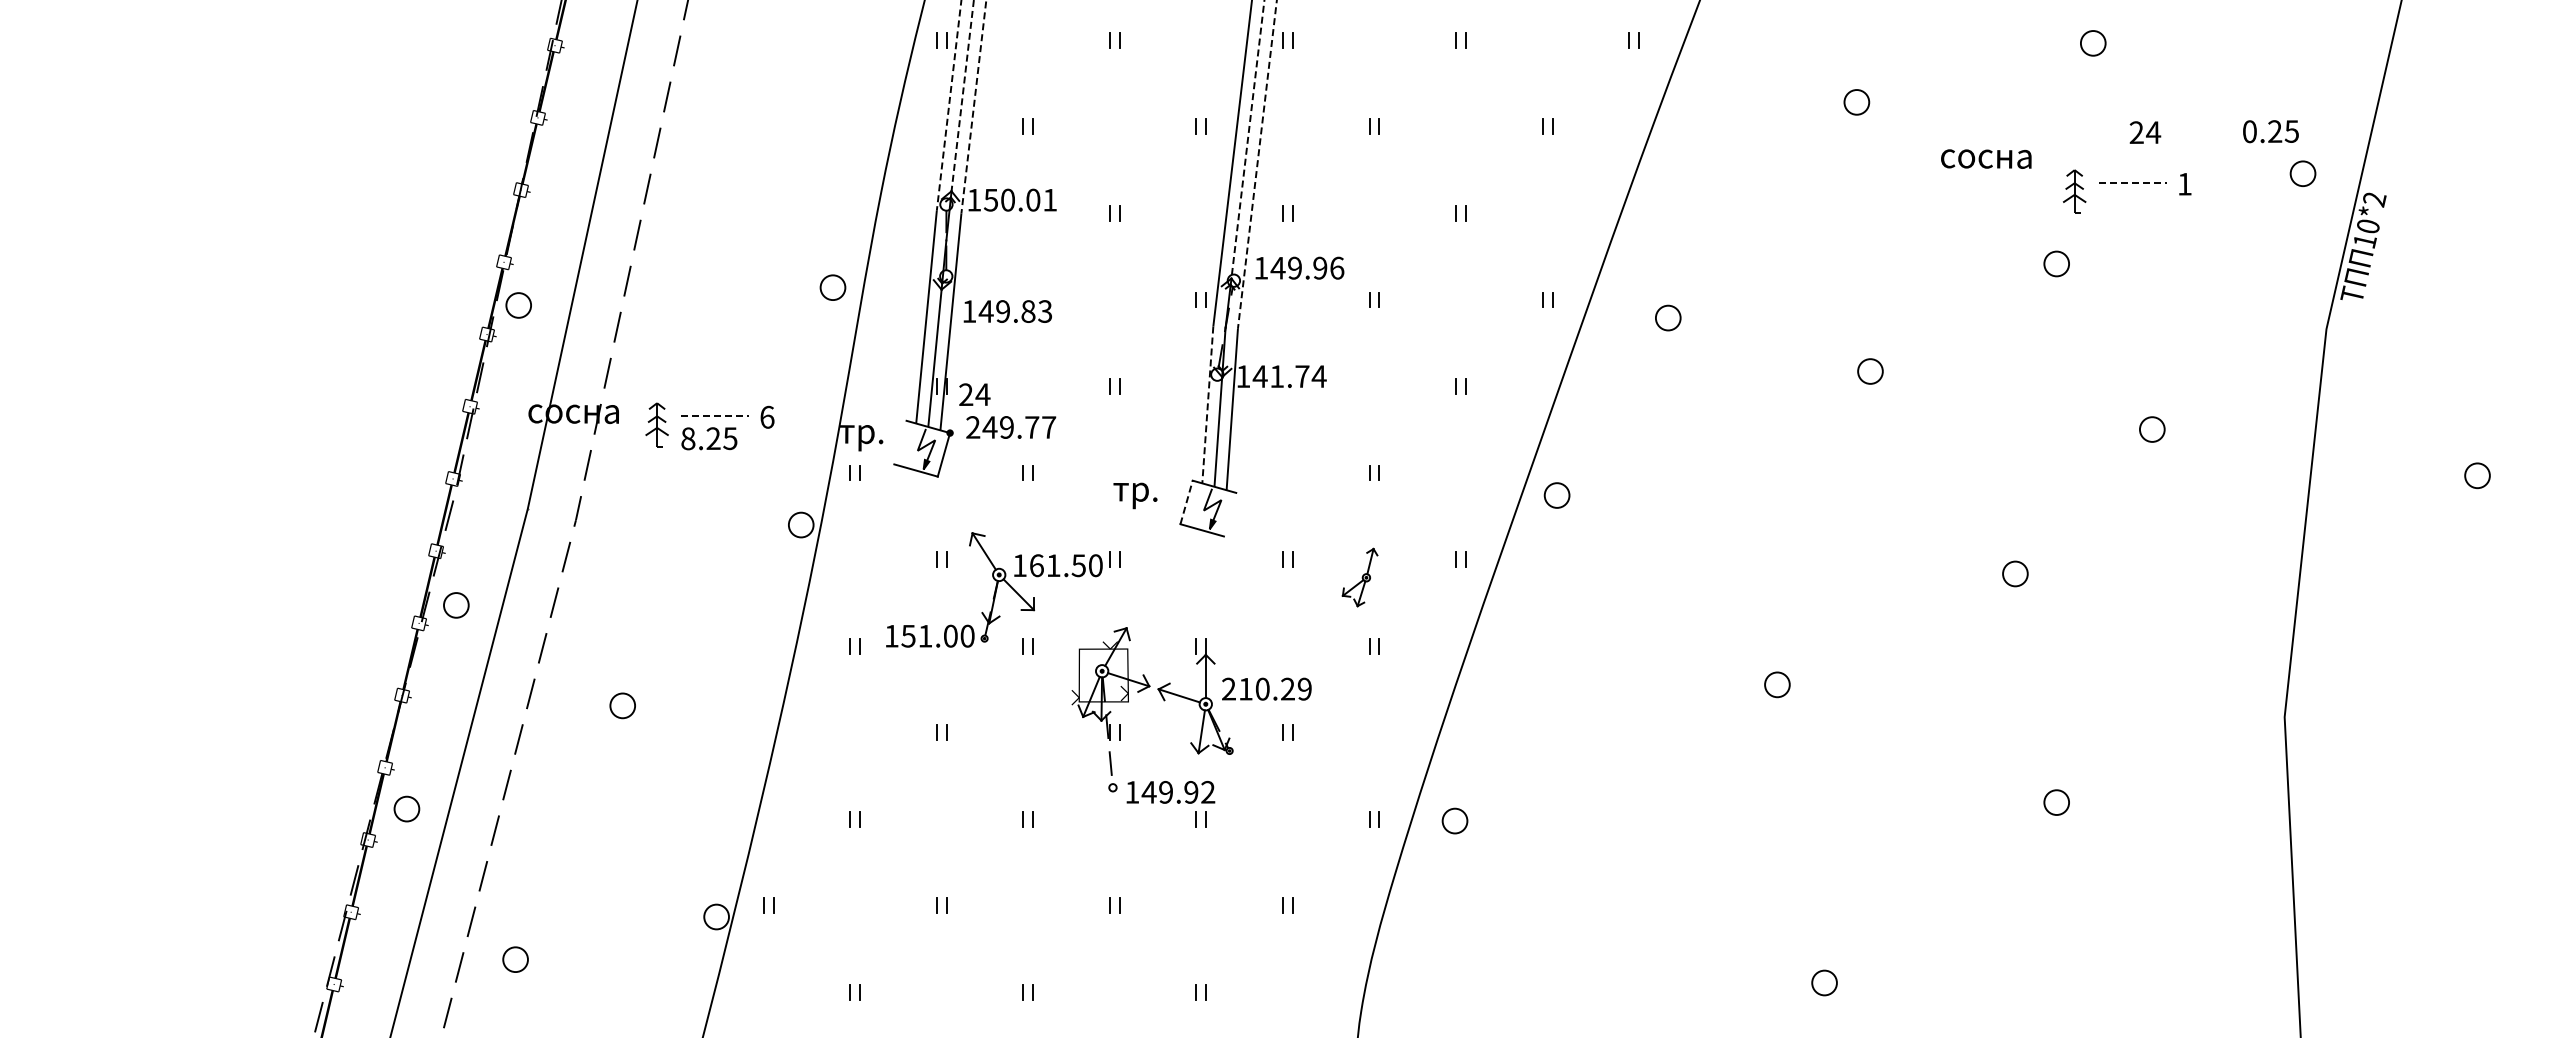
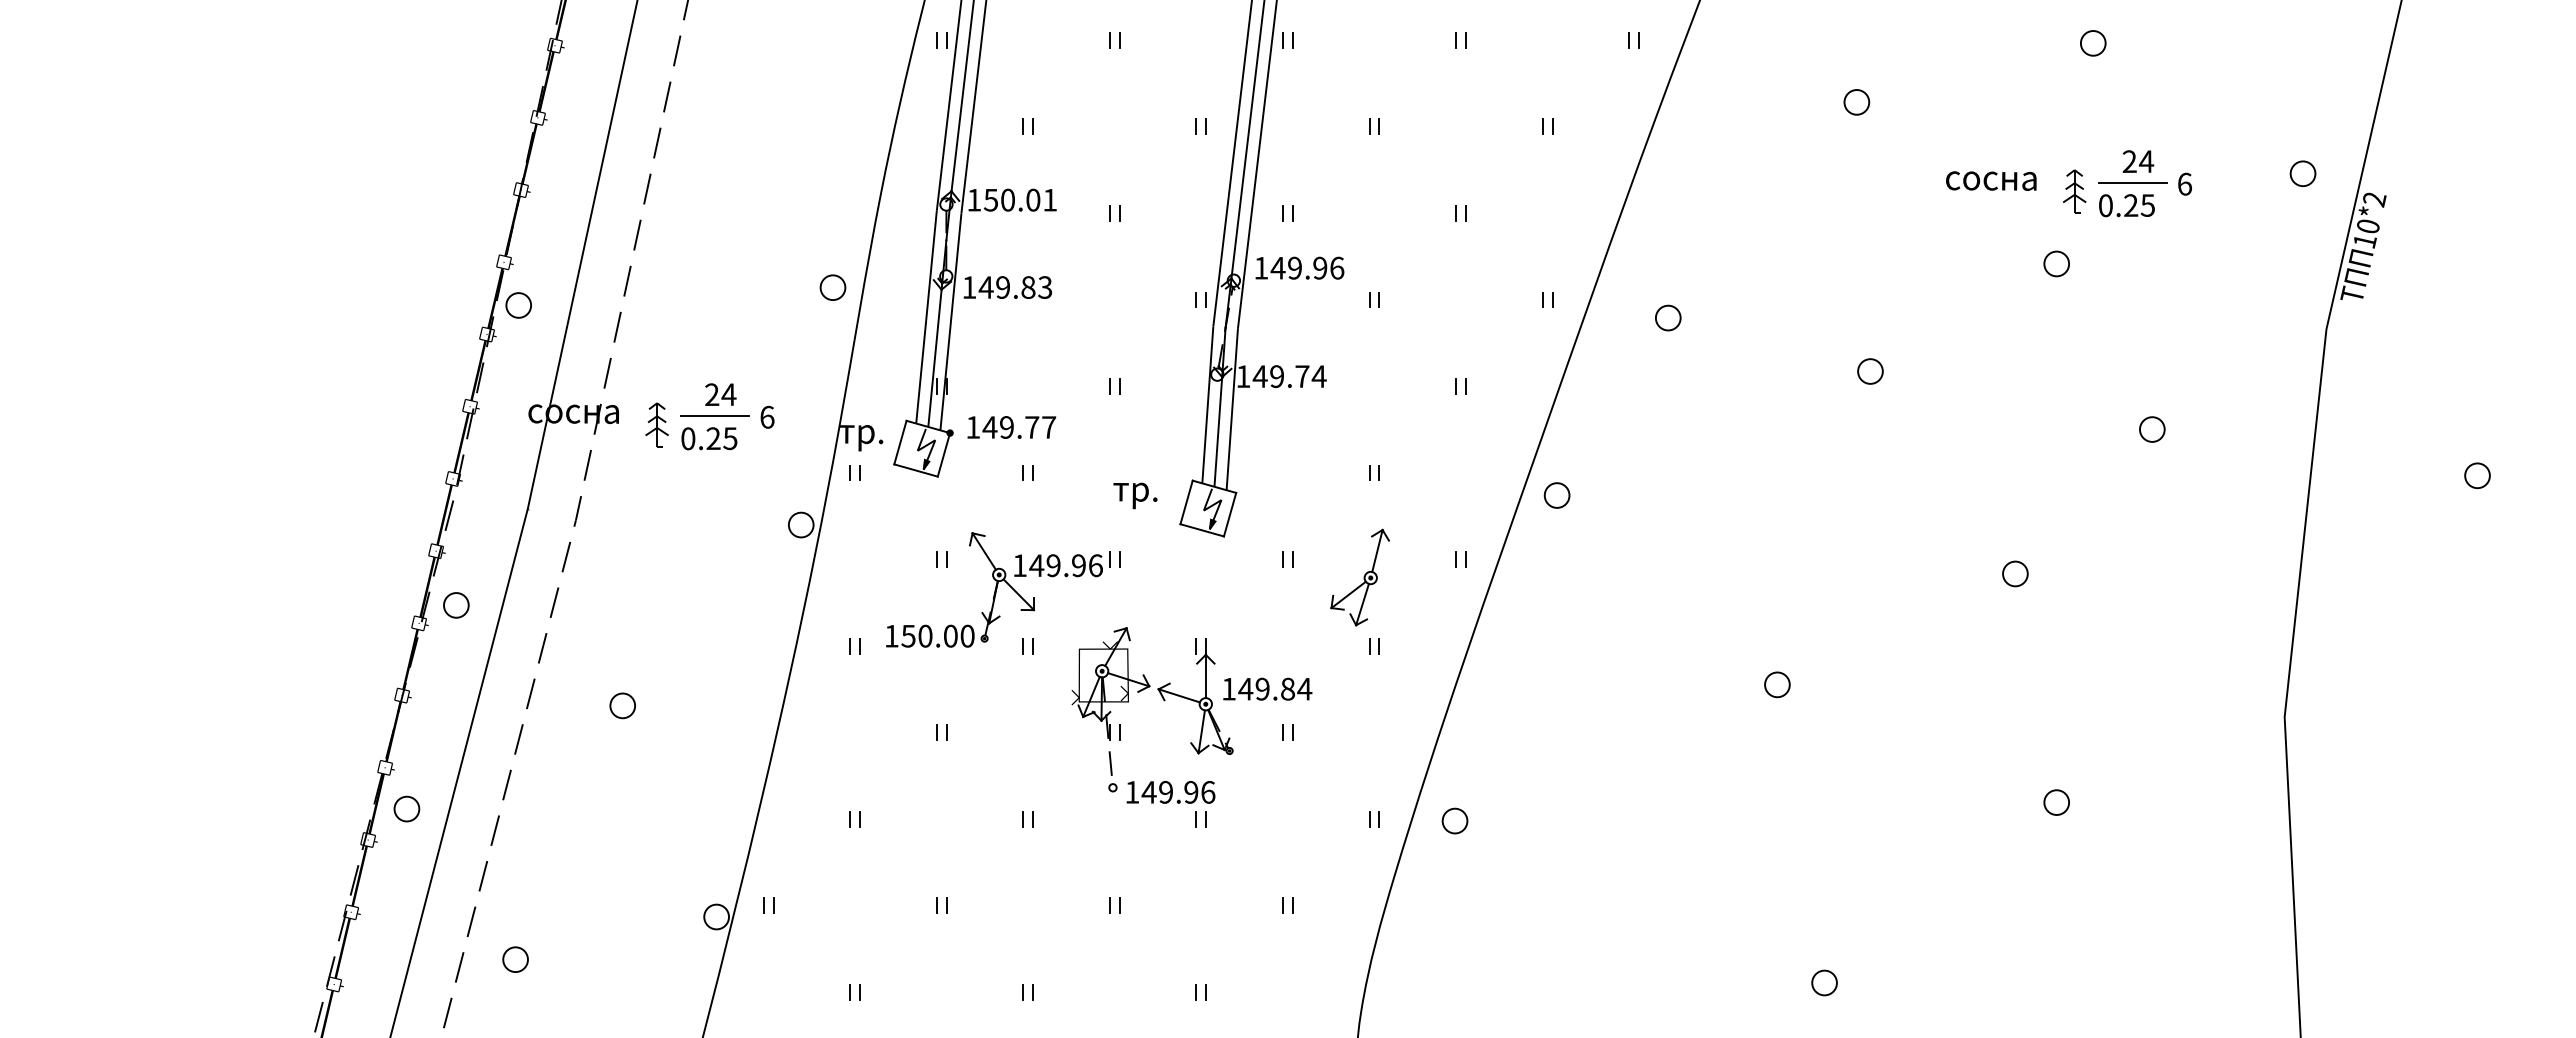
line at (962, 95): dashed -> solid
line at (949, 105): dashed -> solid
line at (973, 107): dashed -> solid
text at (2270, 131) position: (2270, 131) -> (2126, 205)
text at (2145, 132) position: (2145, 132) -> (2138, 161)
line at (1247, 139): dashed -> solid
text at (1986, 158) position: (1986, 158) -> (1991, 180)
line at (1257, 165): dashed -> solid
line at (2132, 183): dashed -> solid
text at (2185, 183): 1 -> 6
text at (1007, 311) position: (1007, 311) -> (1007, 287)
text at (1276, 376): 141.74 -> 149.74
text at (974, 394) position: (974, 394) -> (720, 394)
line at (1207, 404): dashed -> solid
line at (715, 416): dashed -> solid
text at (973, 427): 249.77 -> 149.77
text at (688, 438): 8.25 -> 0.25
line at (900, 442): none -> present
line at (1186, 502): dashed -> solid
line at (1229, 514): none -> present
text at (1065, 565): 161.50 -> 149.96
part at (1359, 577) size: 38x61 px -> 60x99 px
text at (925, 635): 151.00 -> 150.00
text at (1267, 688): 210.29 -> 149.84
text at (1208, 791): 149.92 -> 149.96
